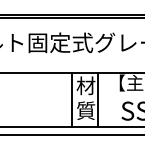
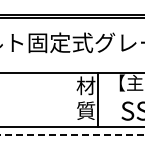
line at (72, 99): present -> none
line at (72, 134): solid -> dashed
